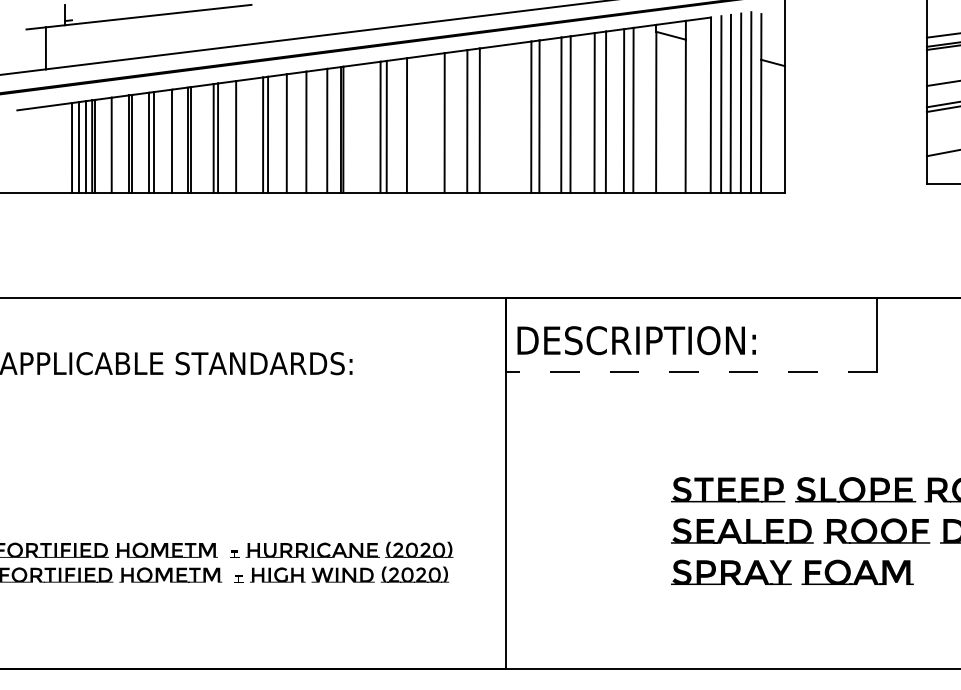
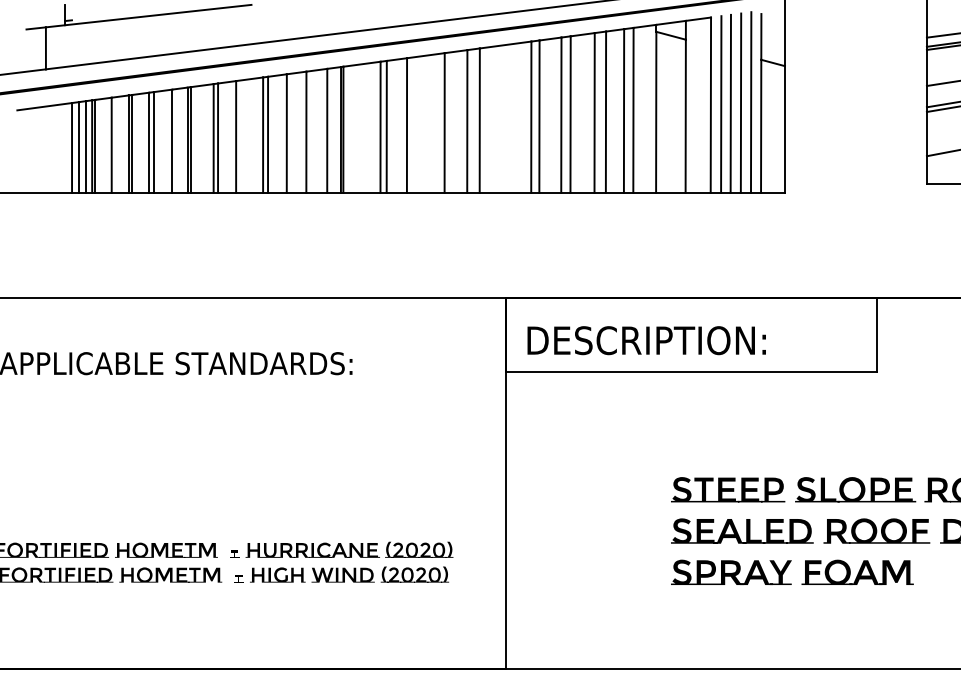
text at (636, 340) position: (636, 340) -> (646, 340)
line at (691, 371): dashed -> solid
